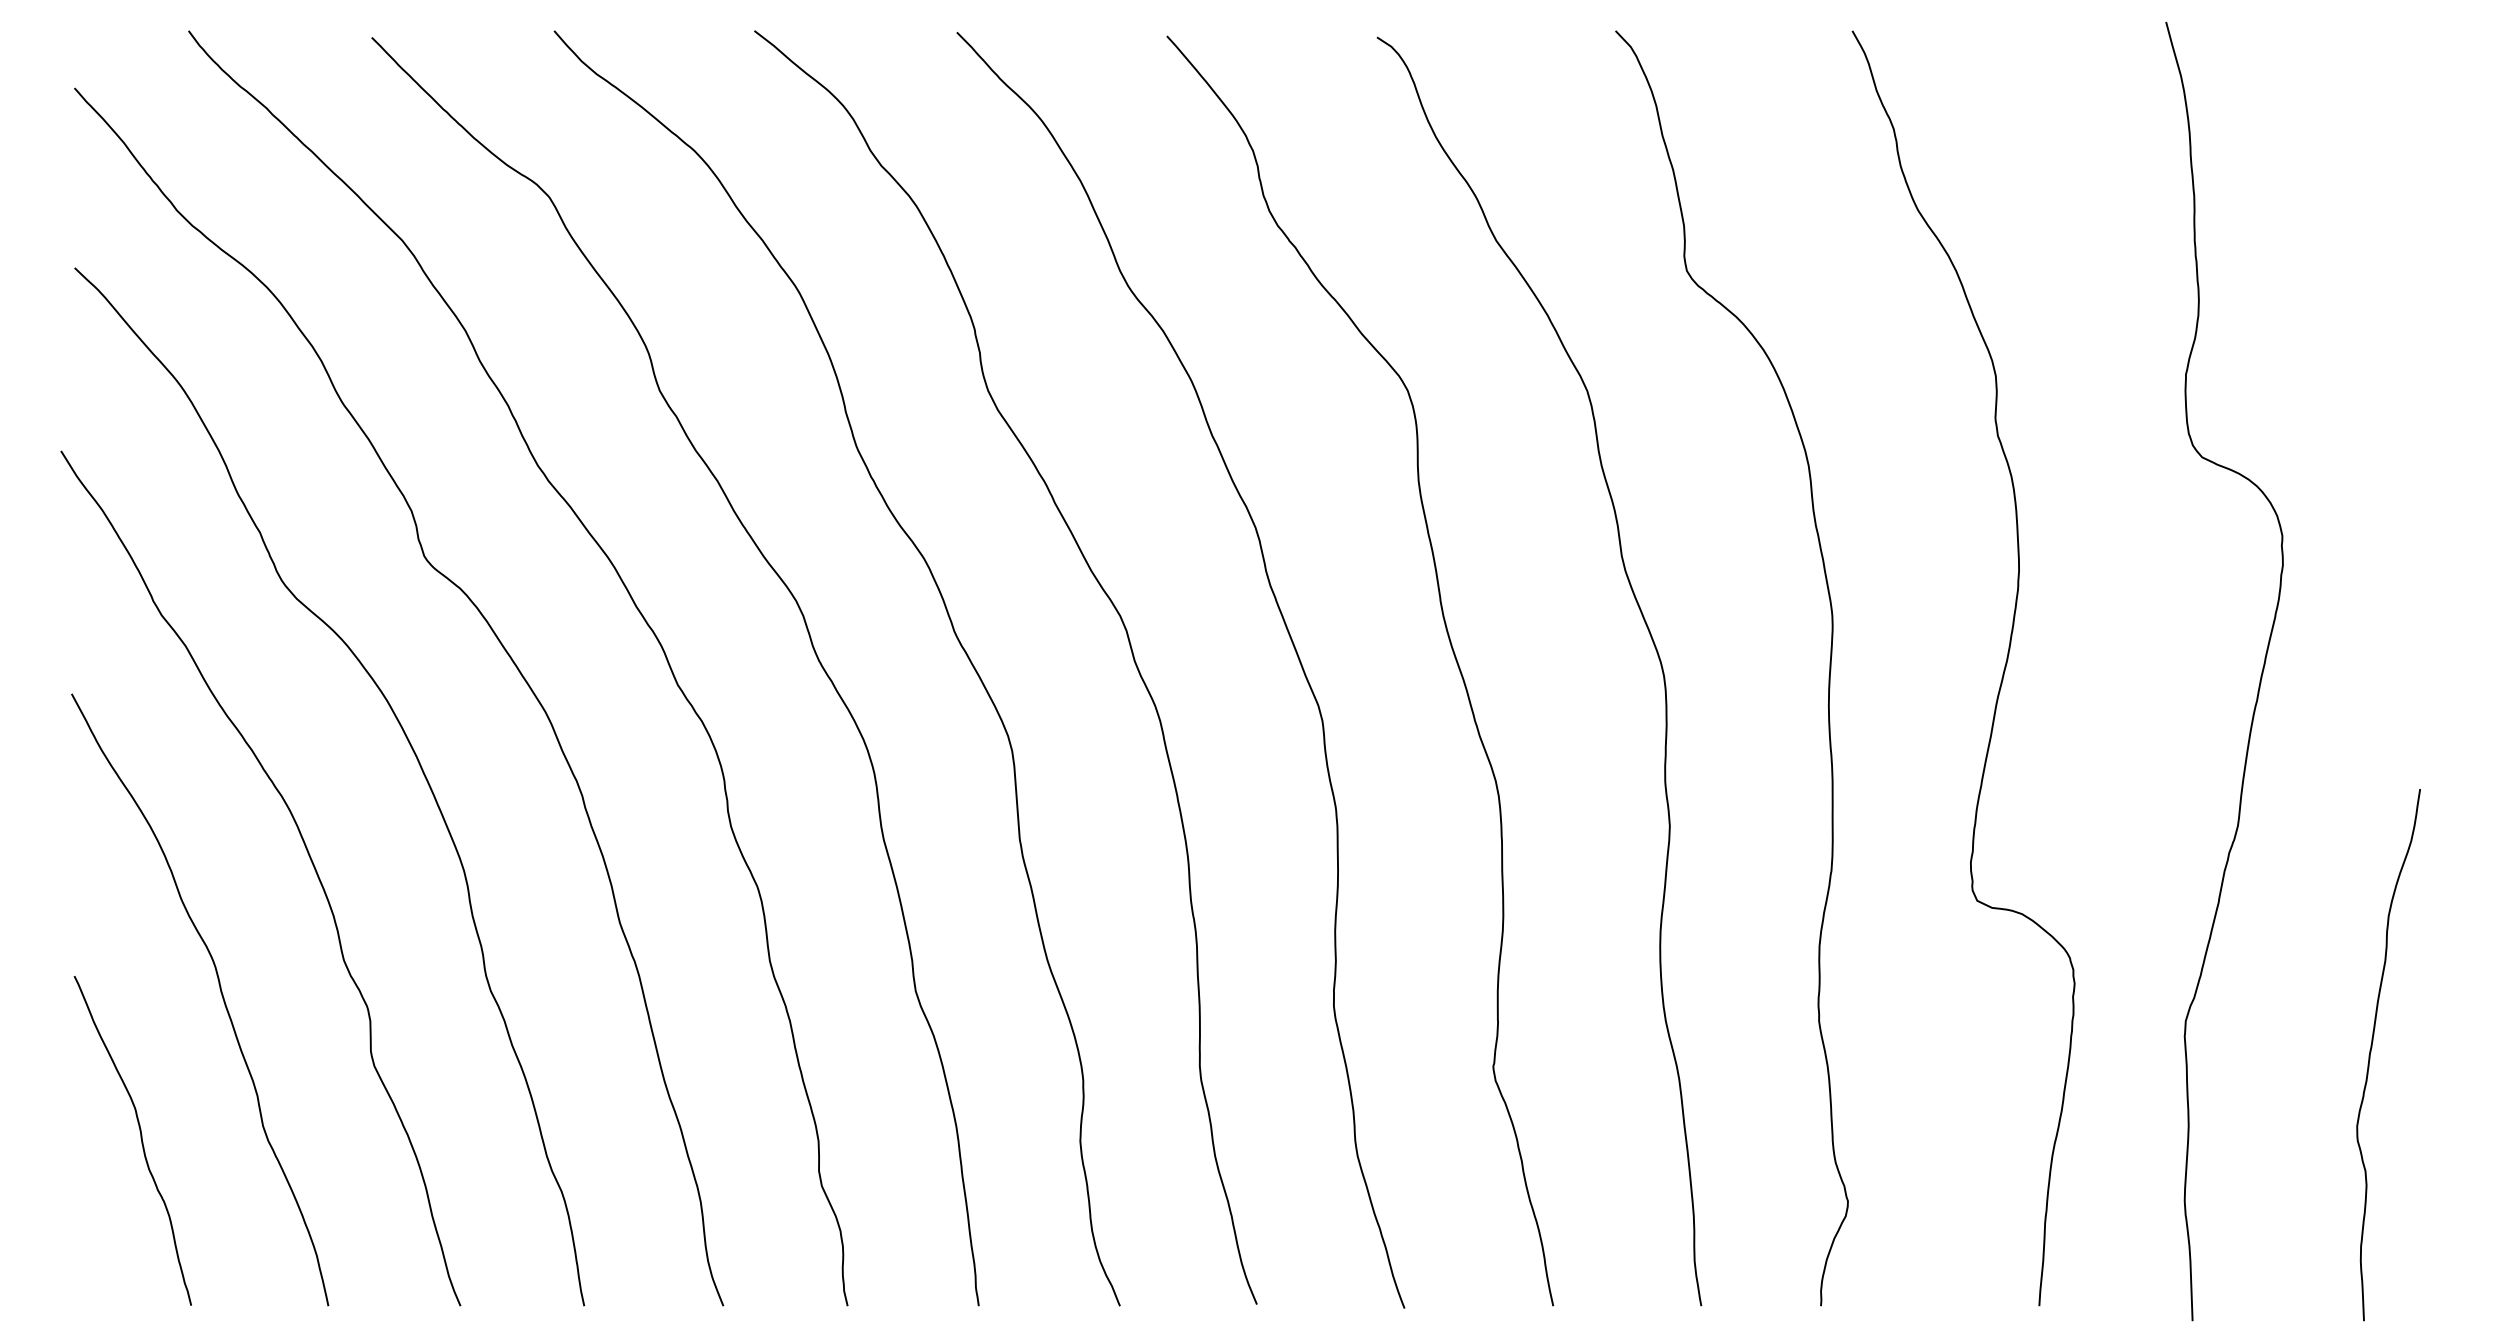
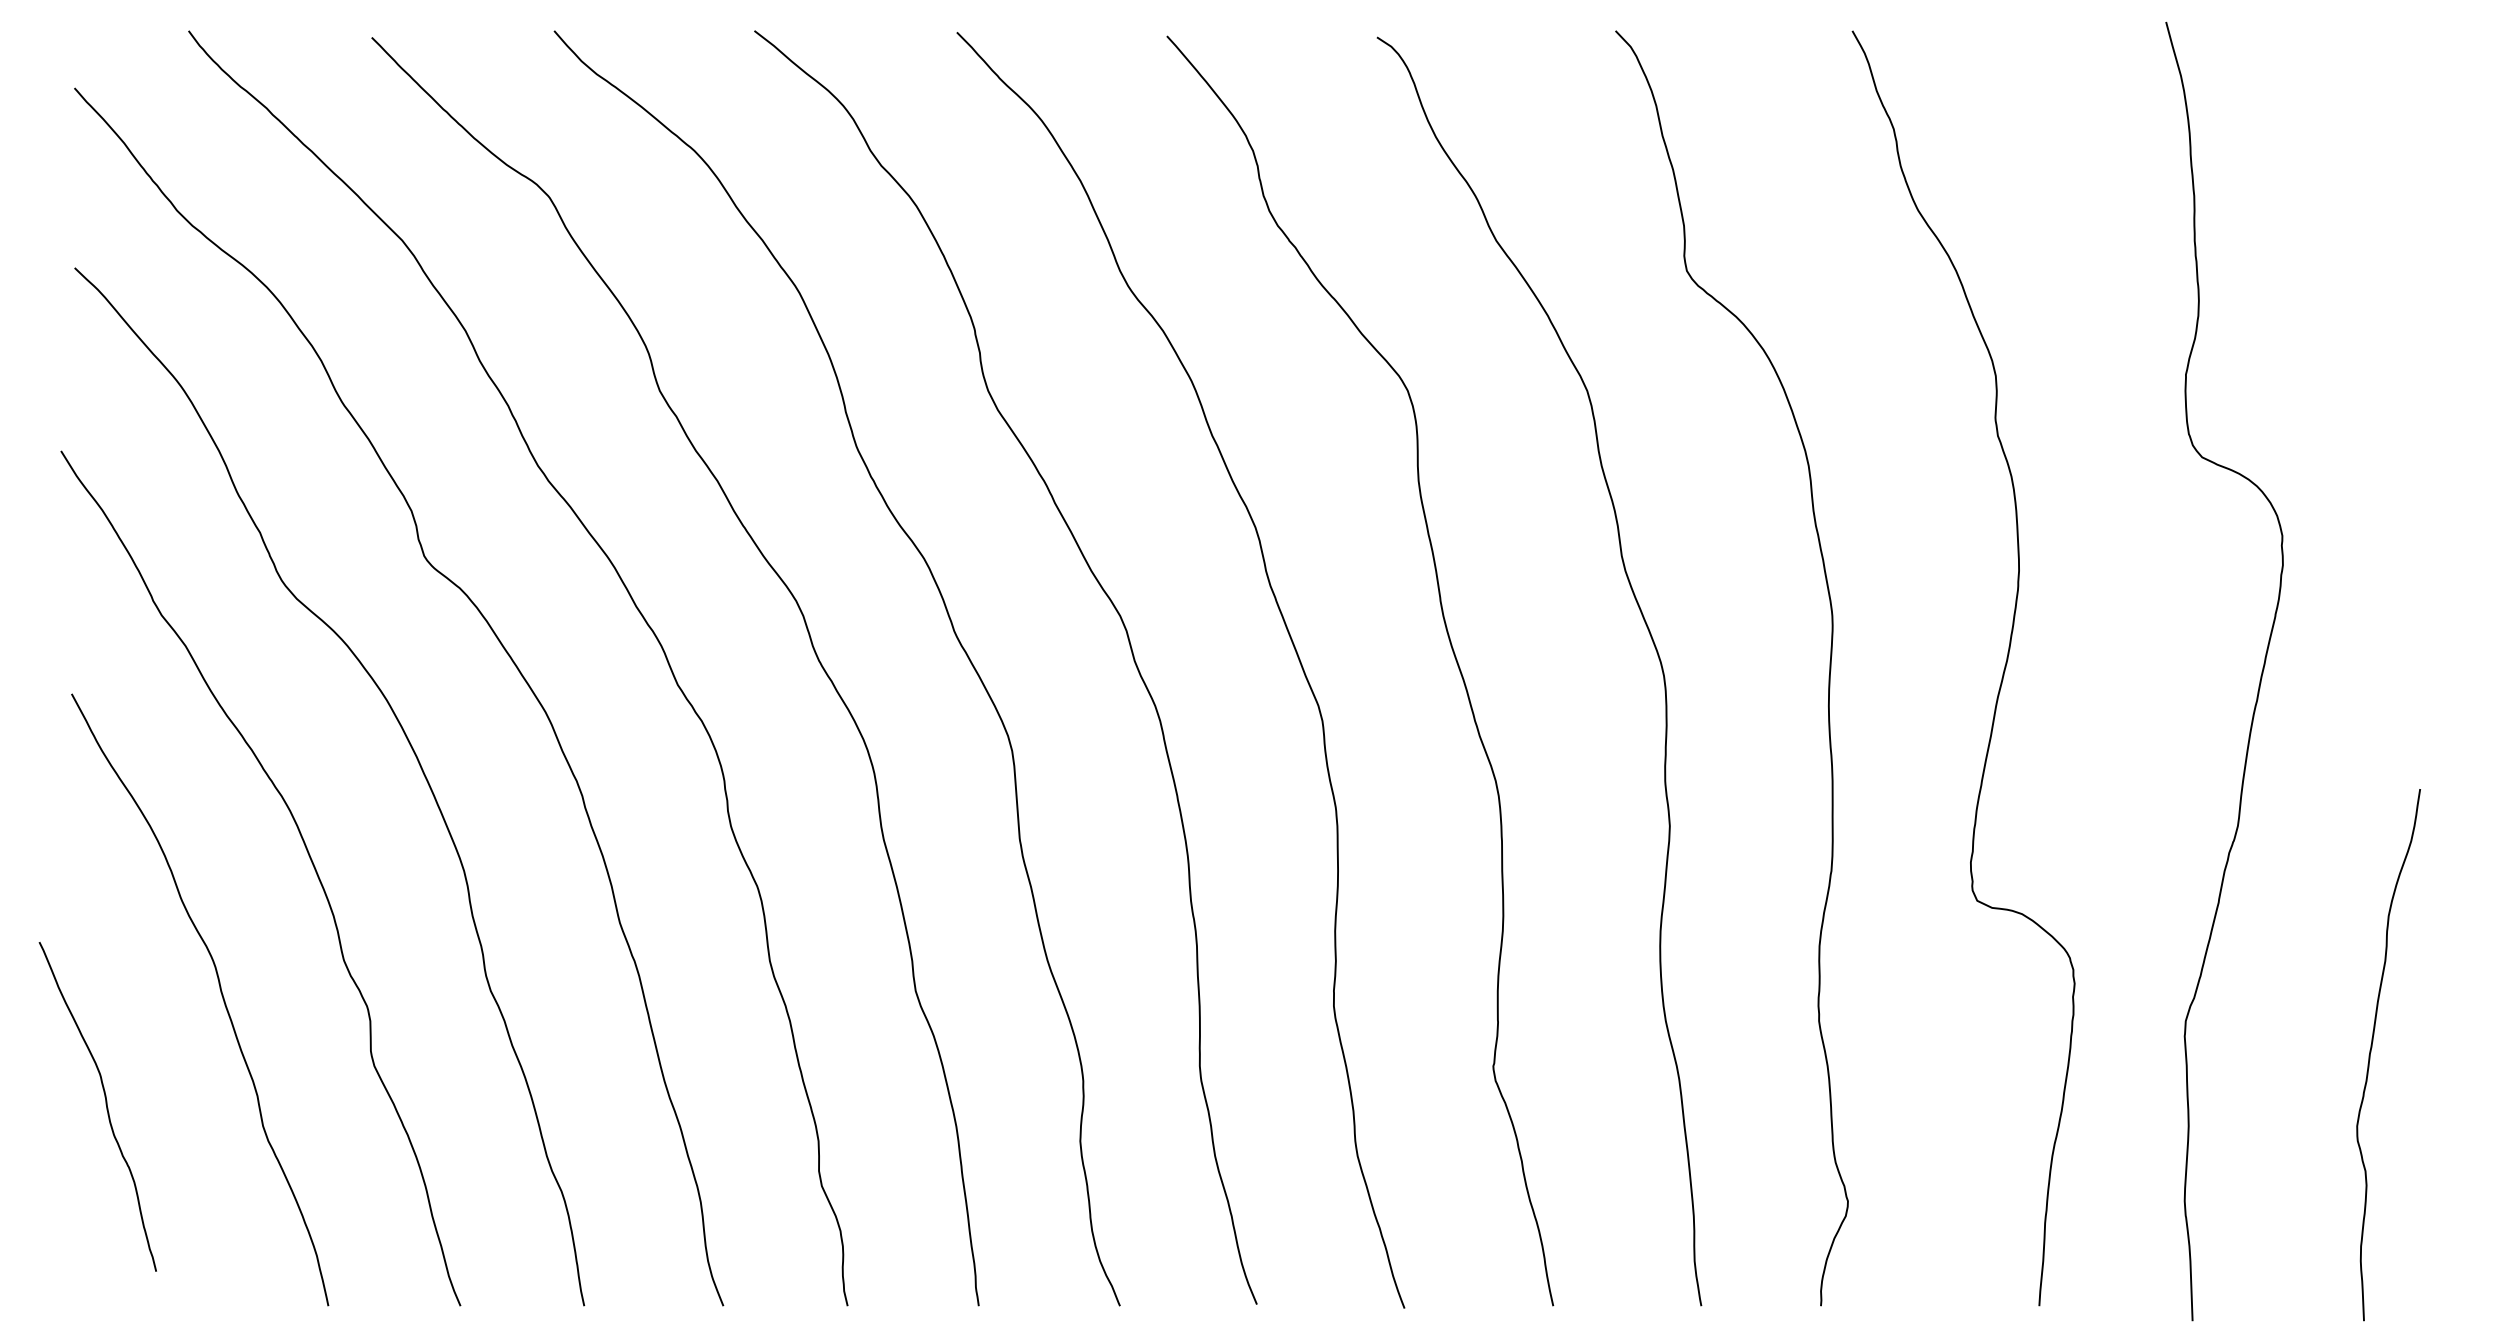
curve at (140, 1138) position: (140, 1138) -> (105, 1104)
